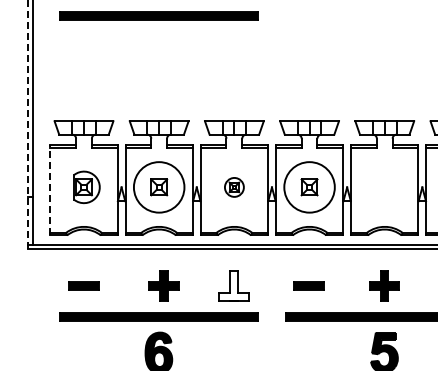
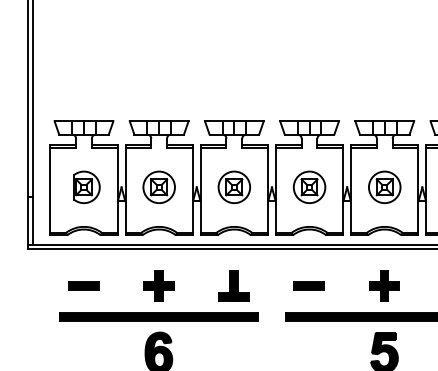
part at (158, 15): present -> none
line at (28, 124): dashed -> solid
circle at (158, 187) diameter: 51 px -> 32 px
part at (234, 187) size: 21x21 px -> 35x35 px
circle at (309, 187) diameter: 51 px -> 32 px
part at (384, 187): none -> present
line at (50, 189): dashed -> solid
part at (163, 285) position: (163, 285) -> (158, 285)
fill at (233, 286): none -> present
